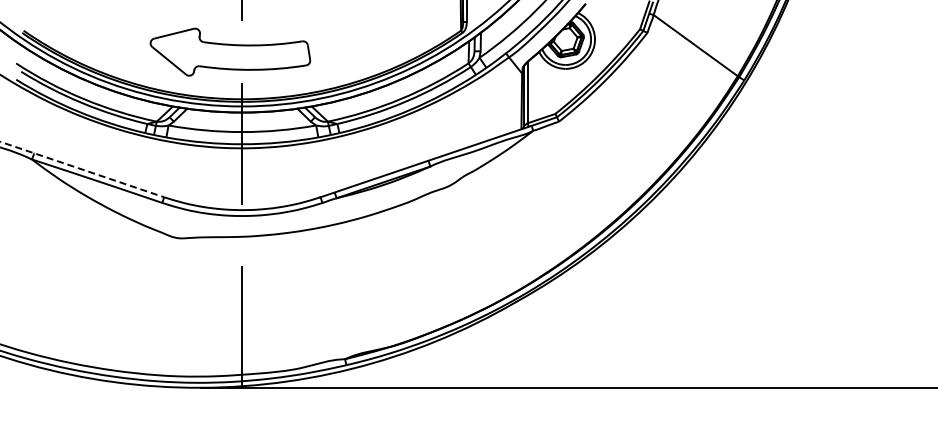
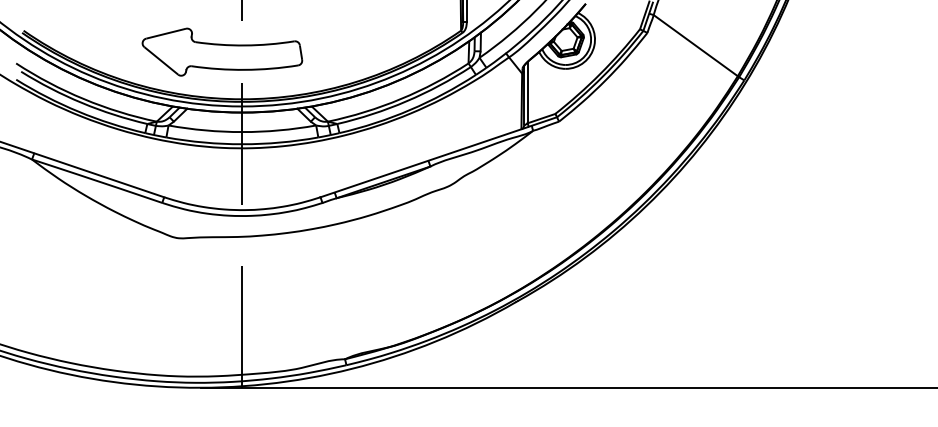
part at (230, 51) position: (230, 51) -> (222, 51)
line at (82, 169): dashed -> solid
